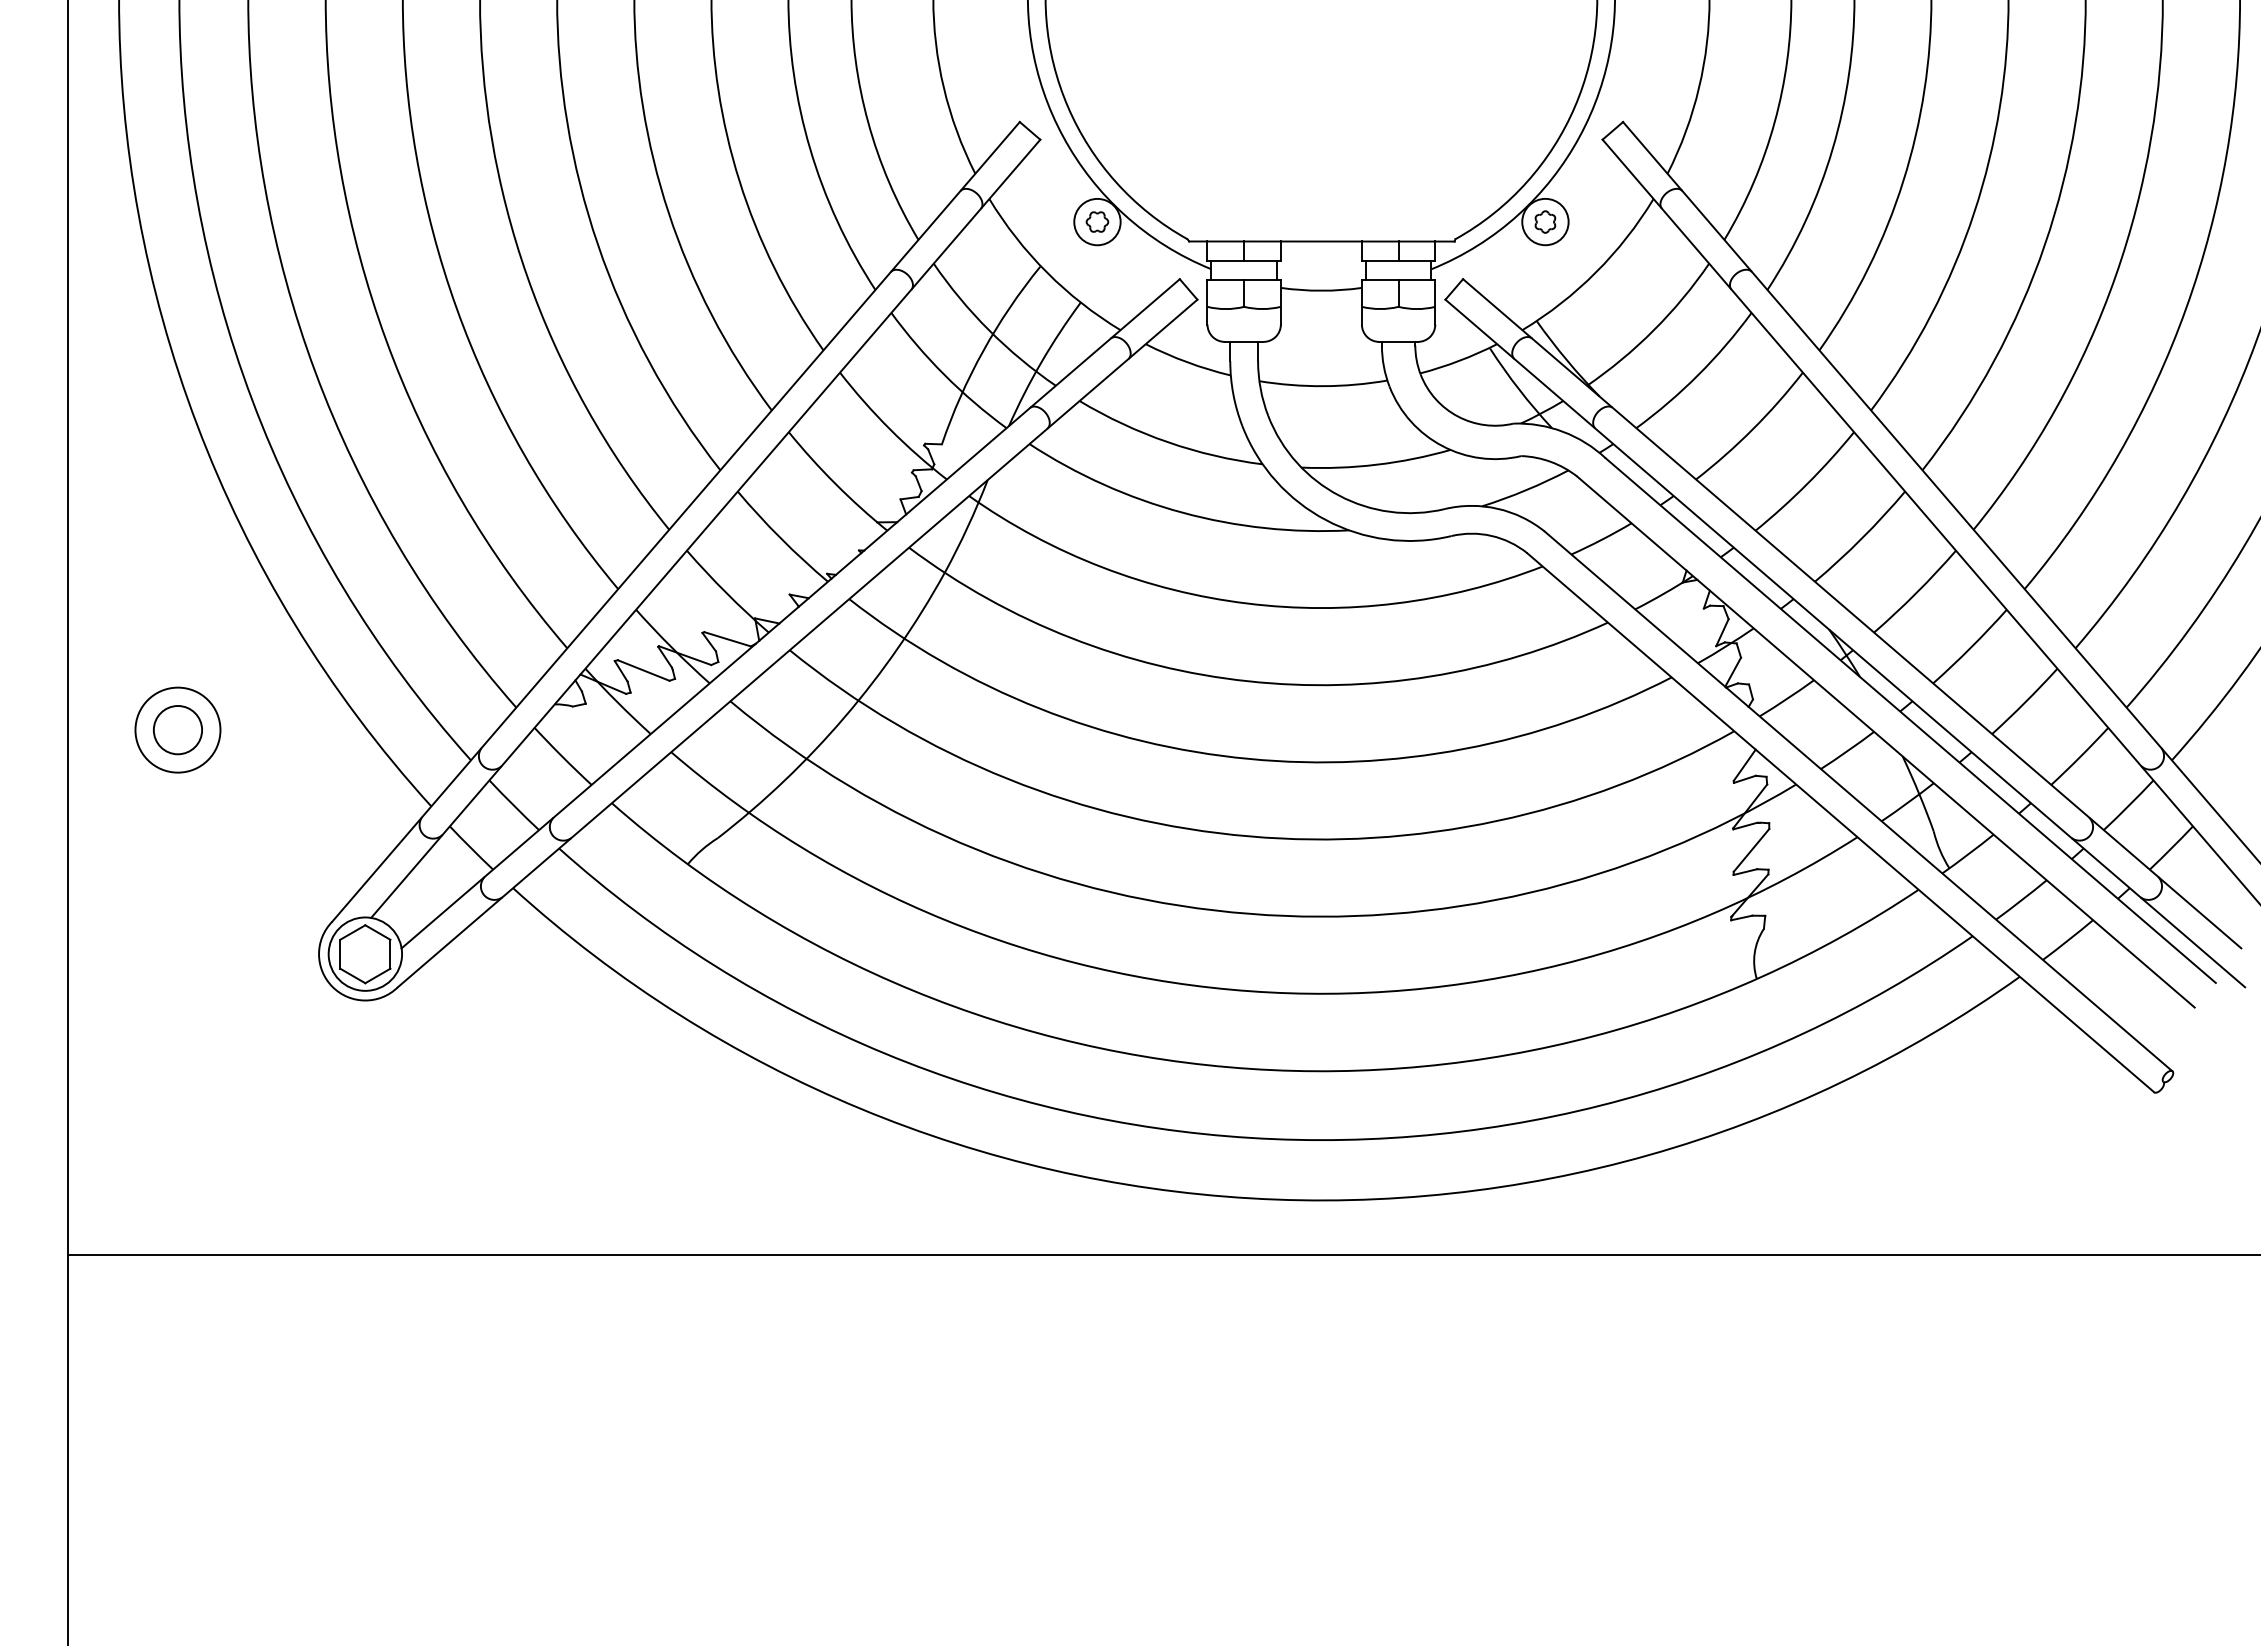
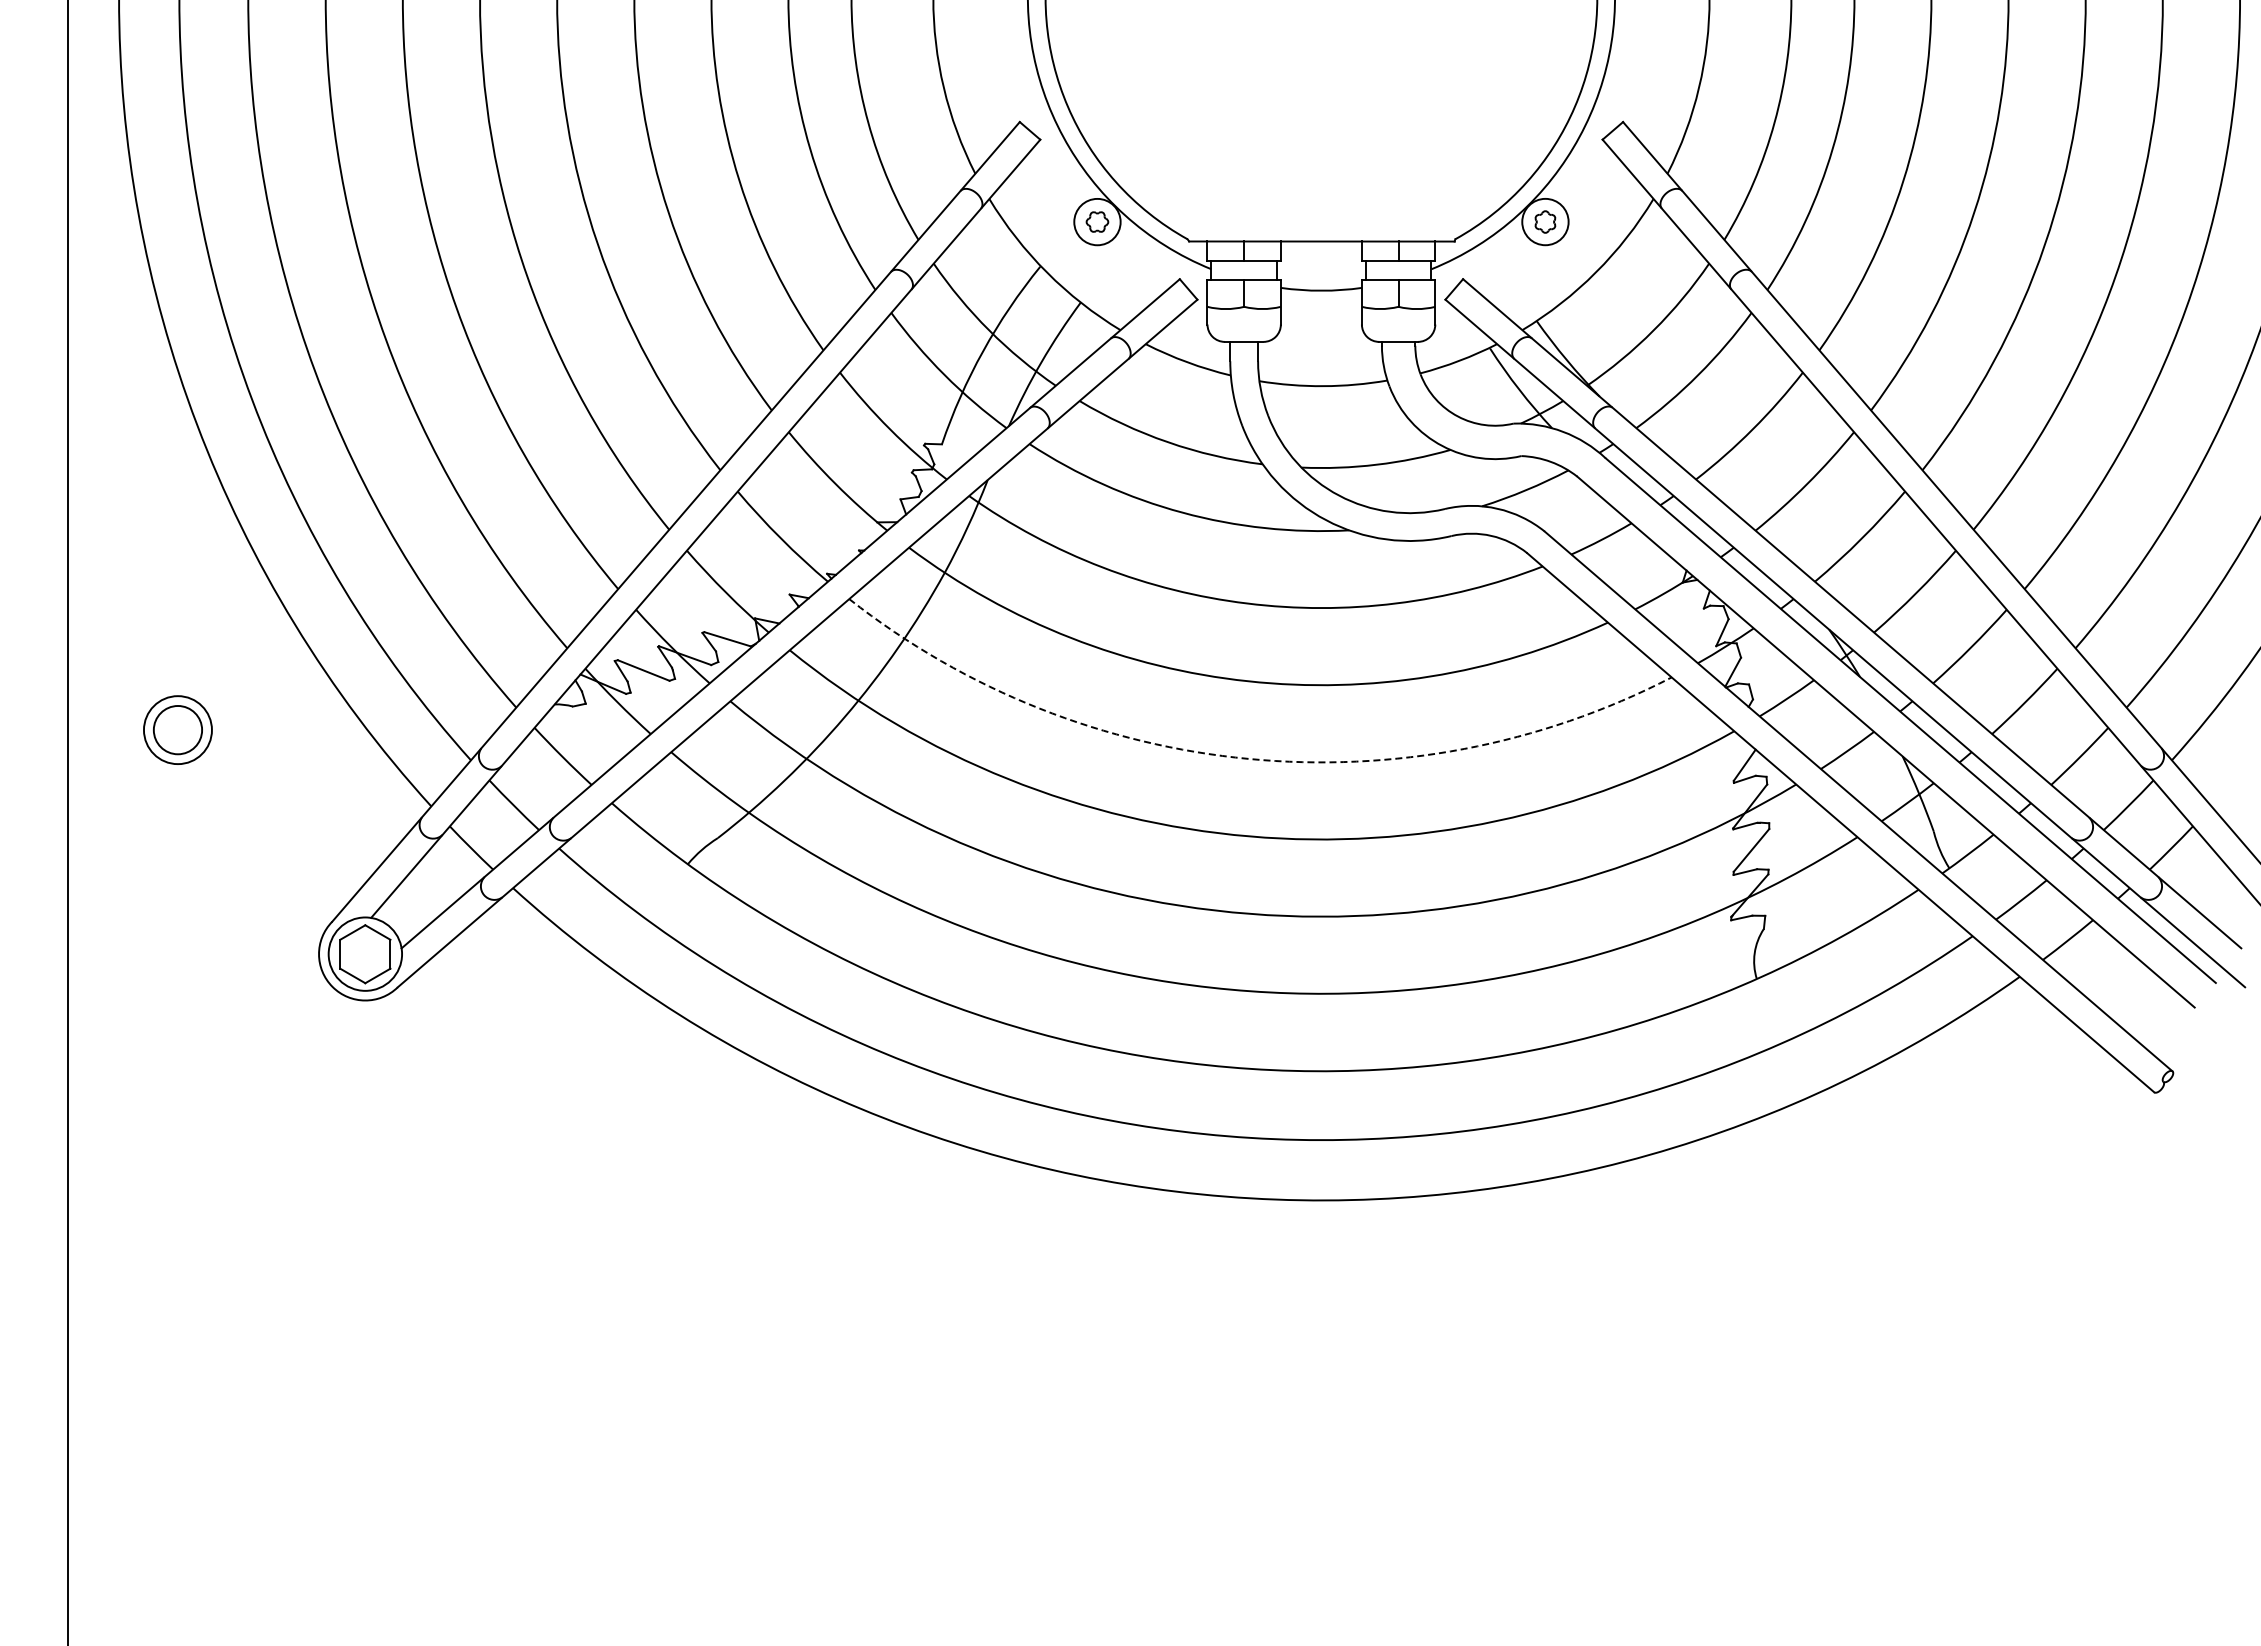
circle at (177, 729) diameter: 85 px -> 68 px
arc at (1248, 758): solid -> dashed
line at (1162, 1254): present -> none
